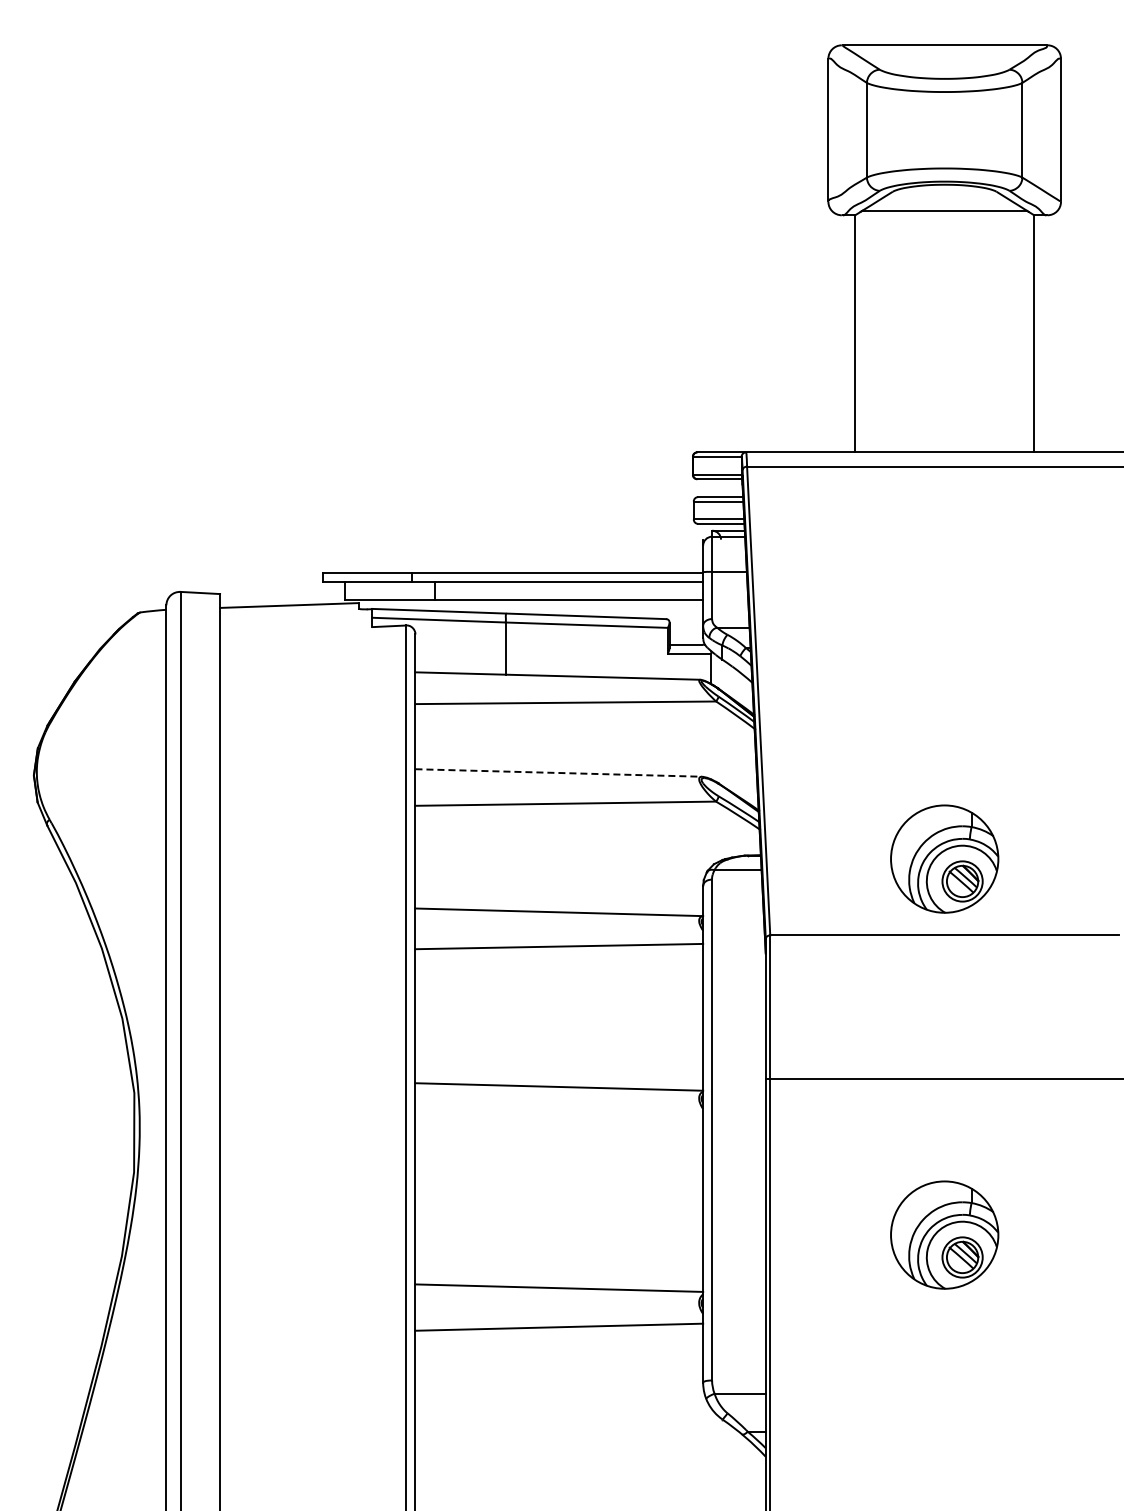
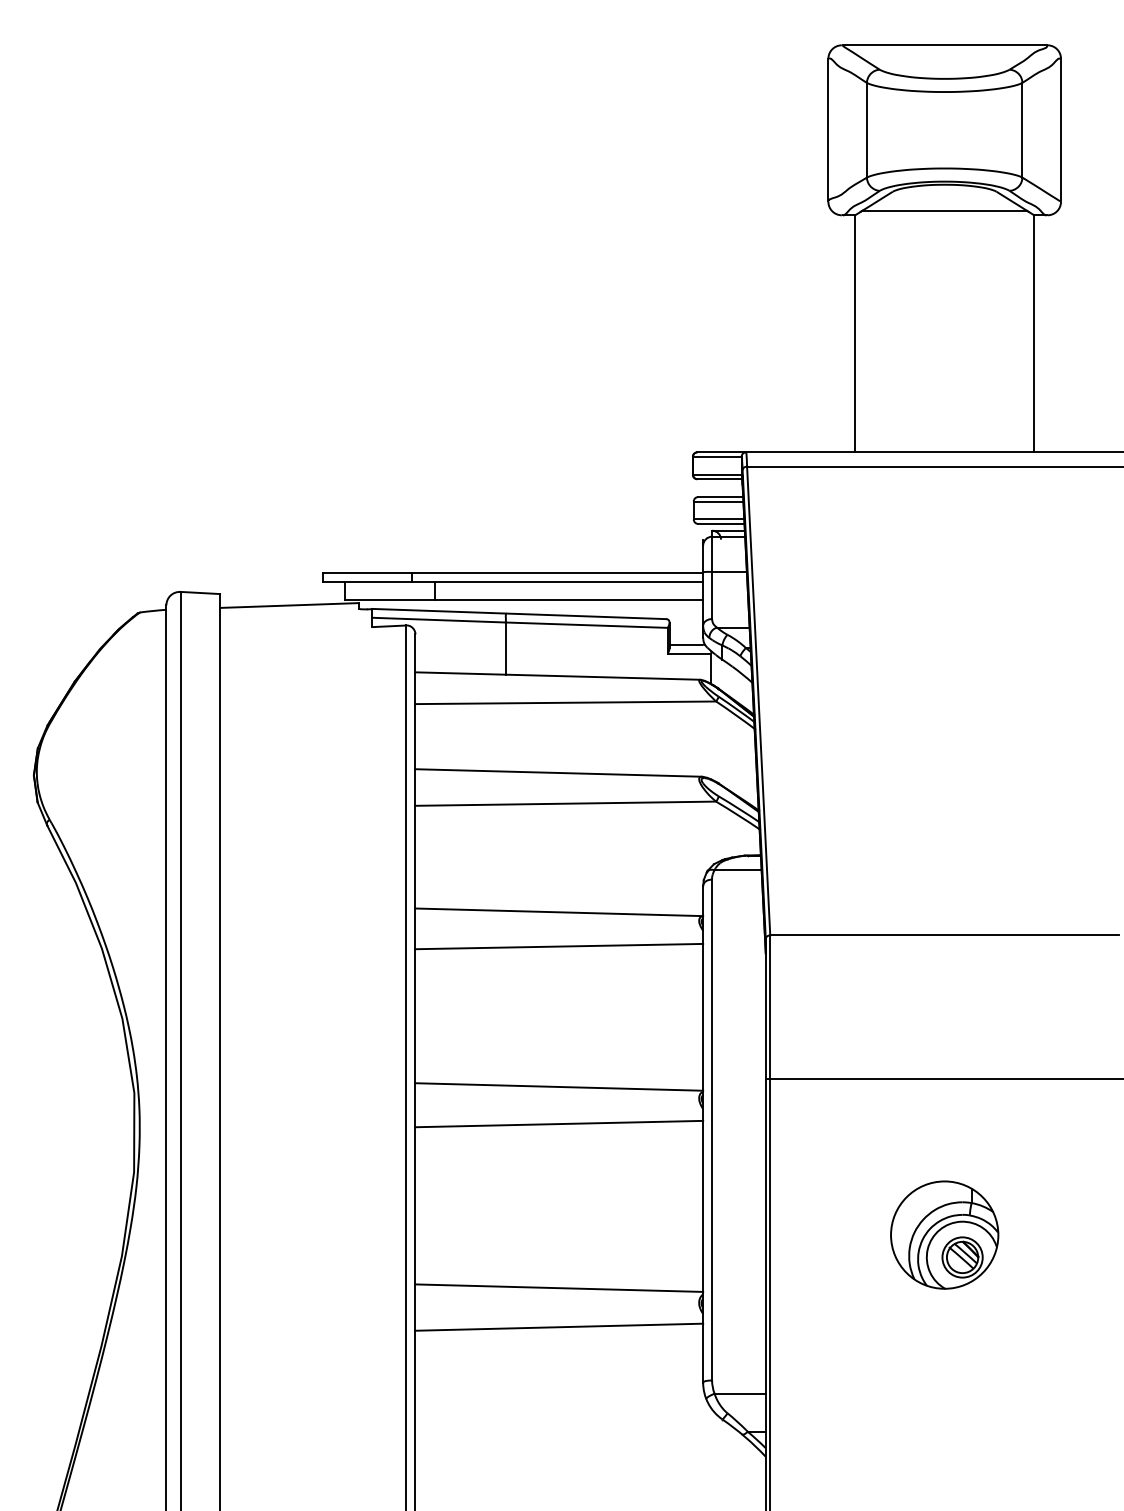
line at (559, 773): dashed -> solid
part at (944, 858): present -> none
line at (559, 1123): none -> present
